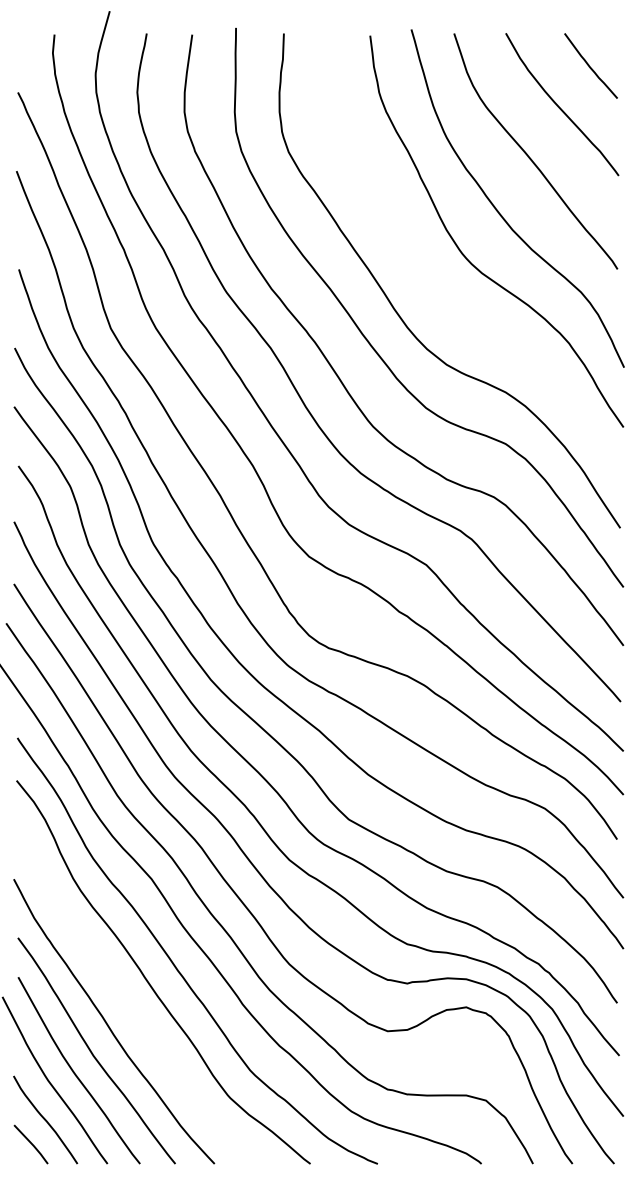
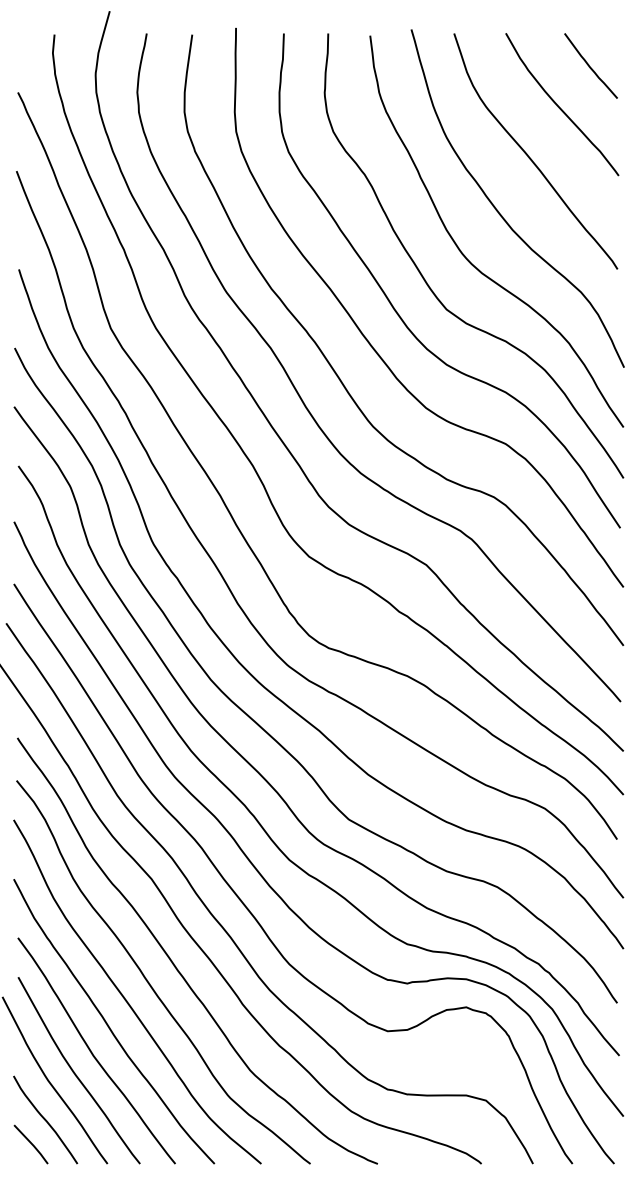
curve at (429, 285): none -> present
curve at (127, 1000): none -> present
